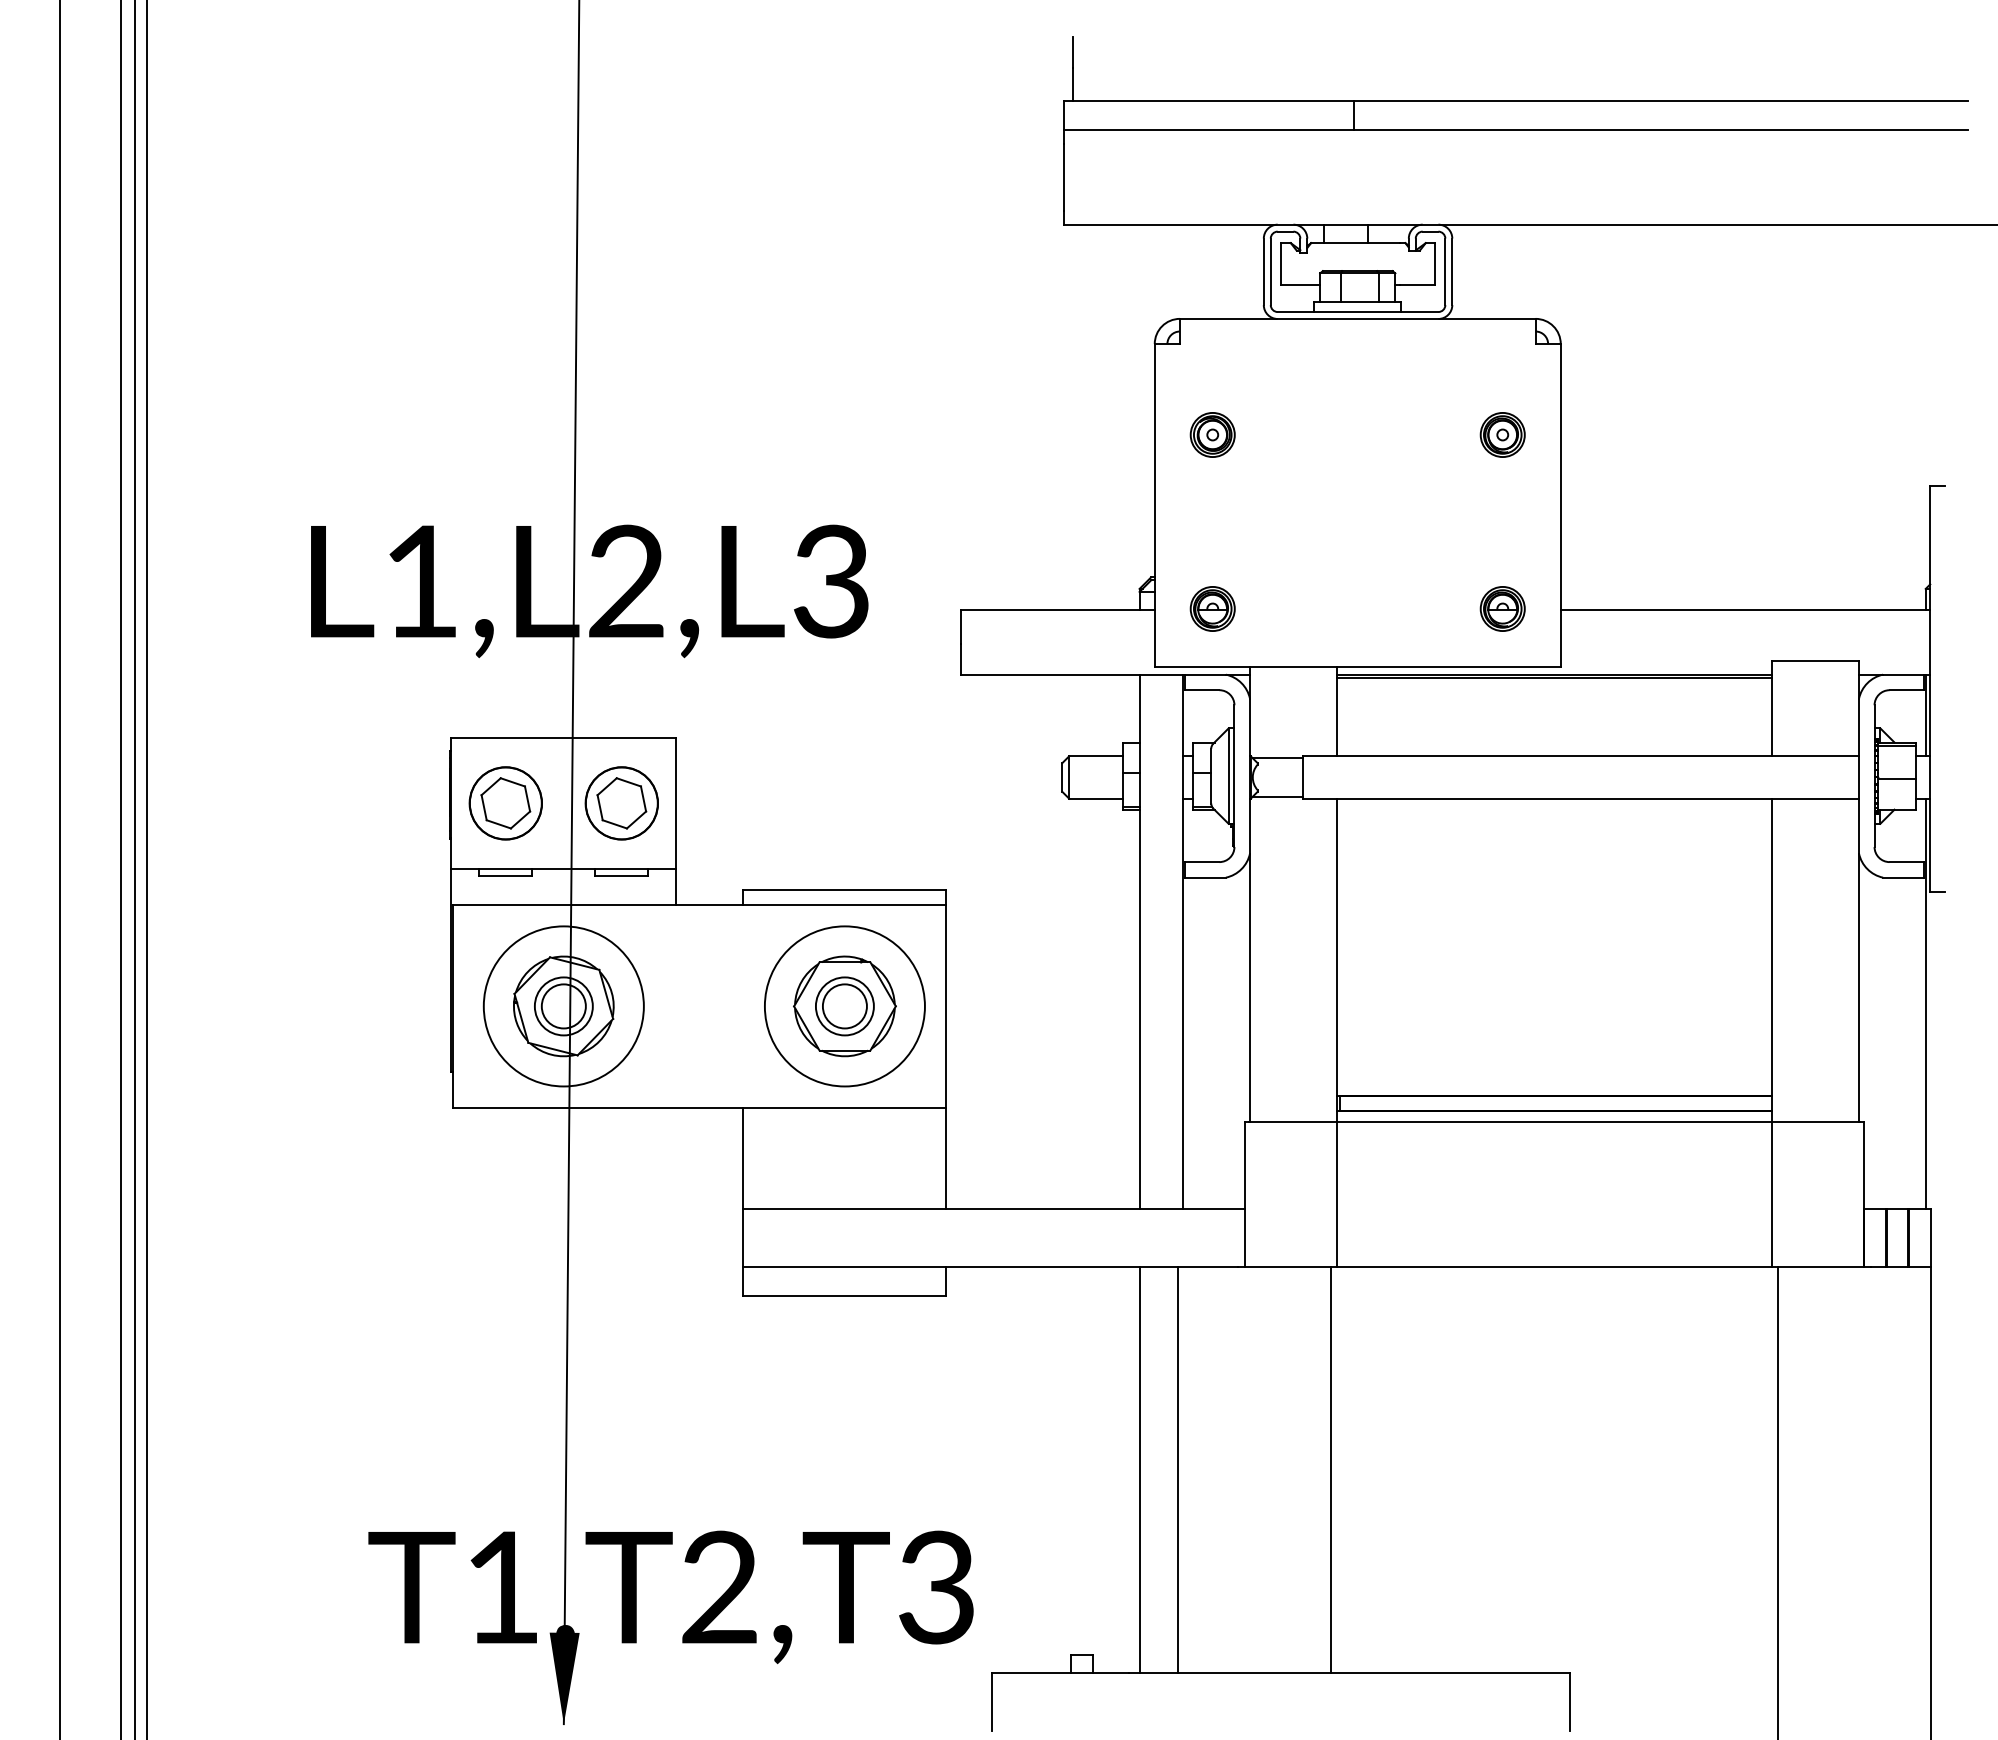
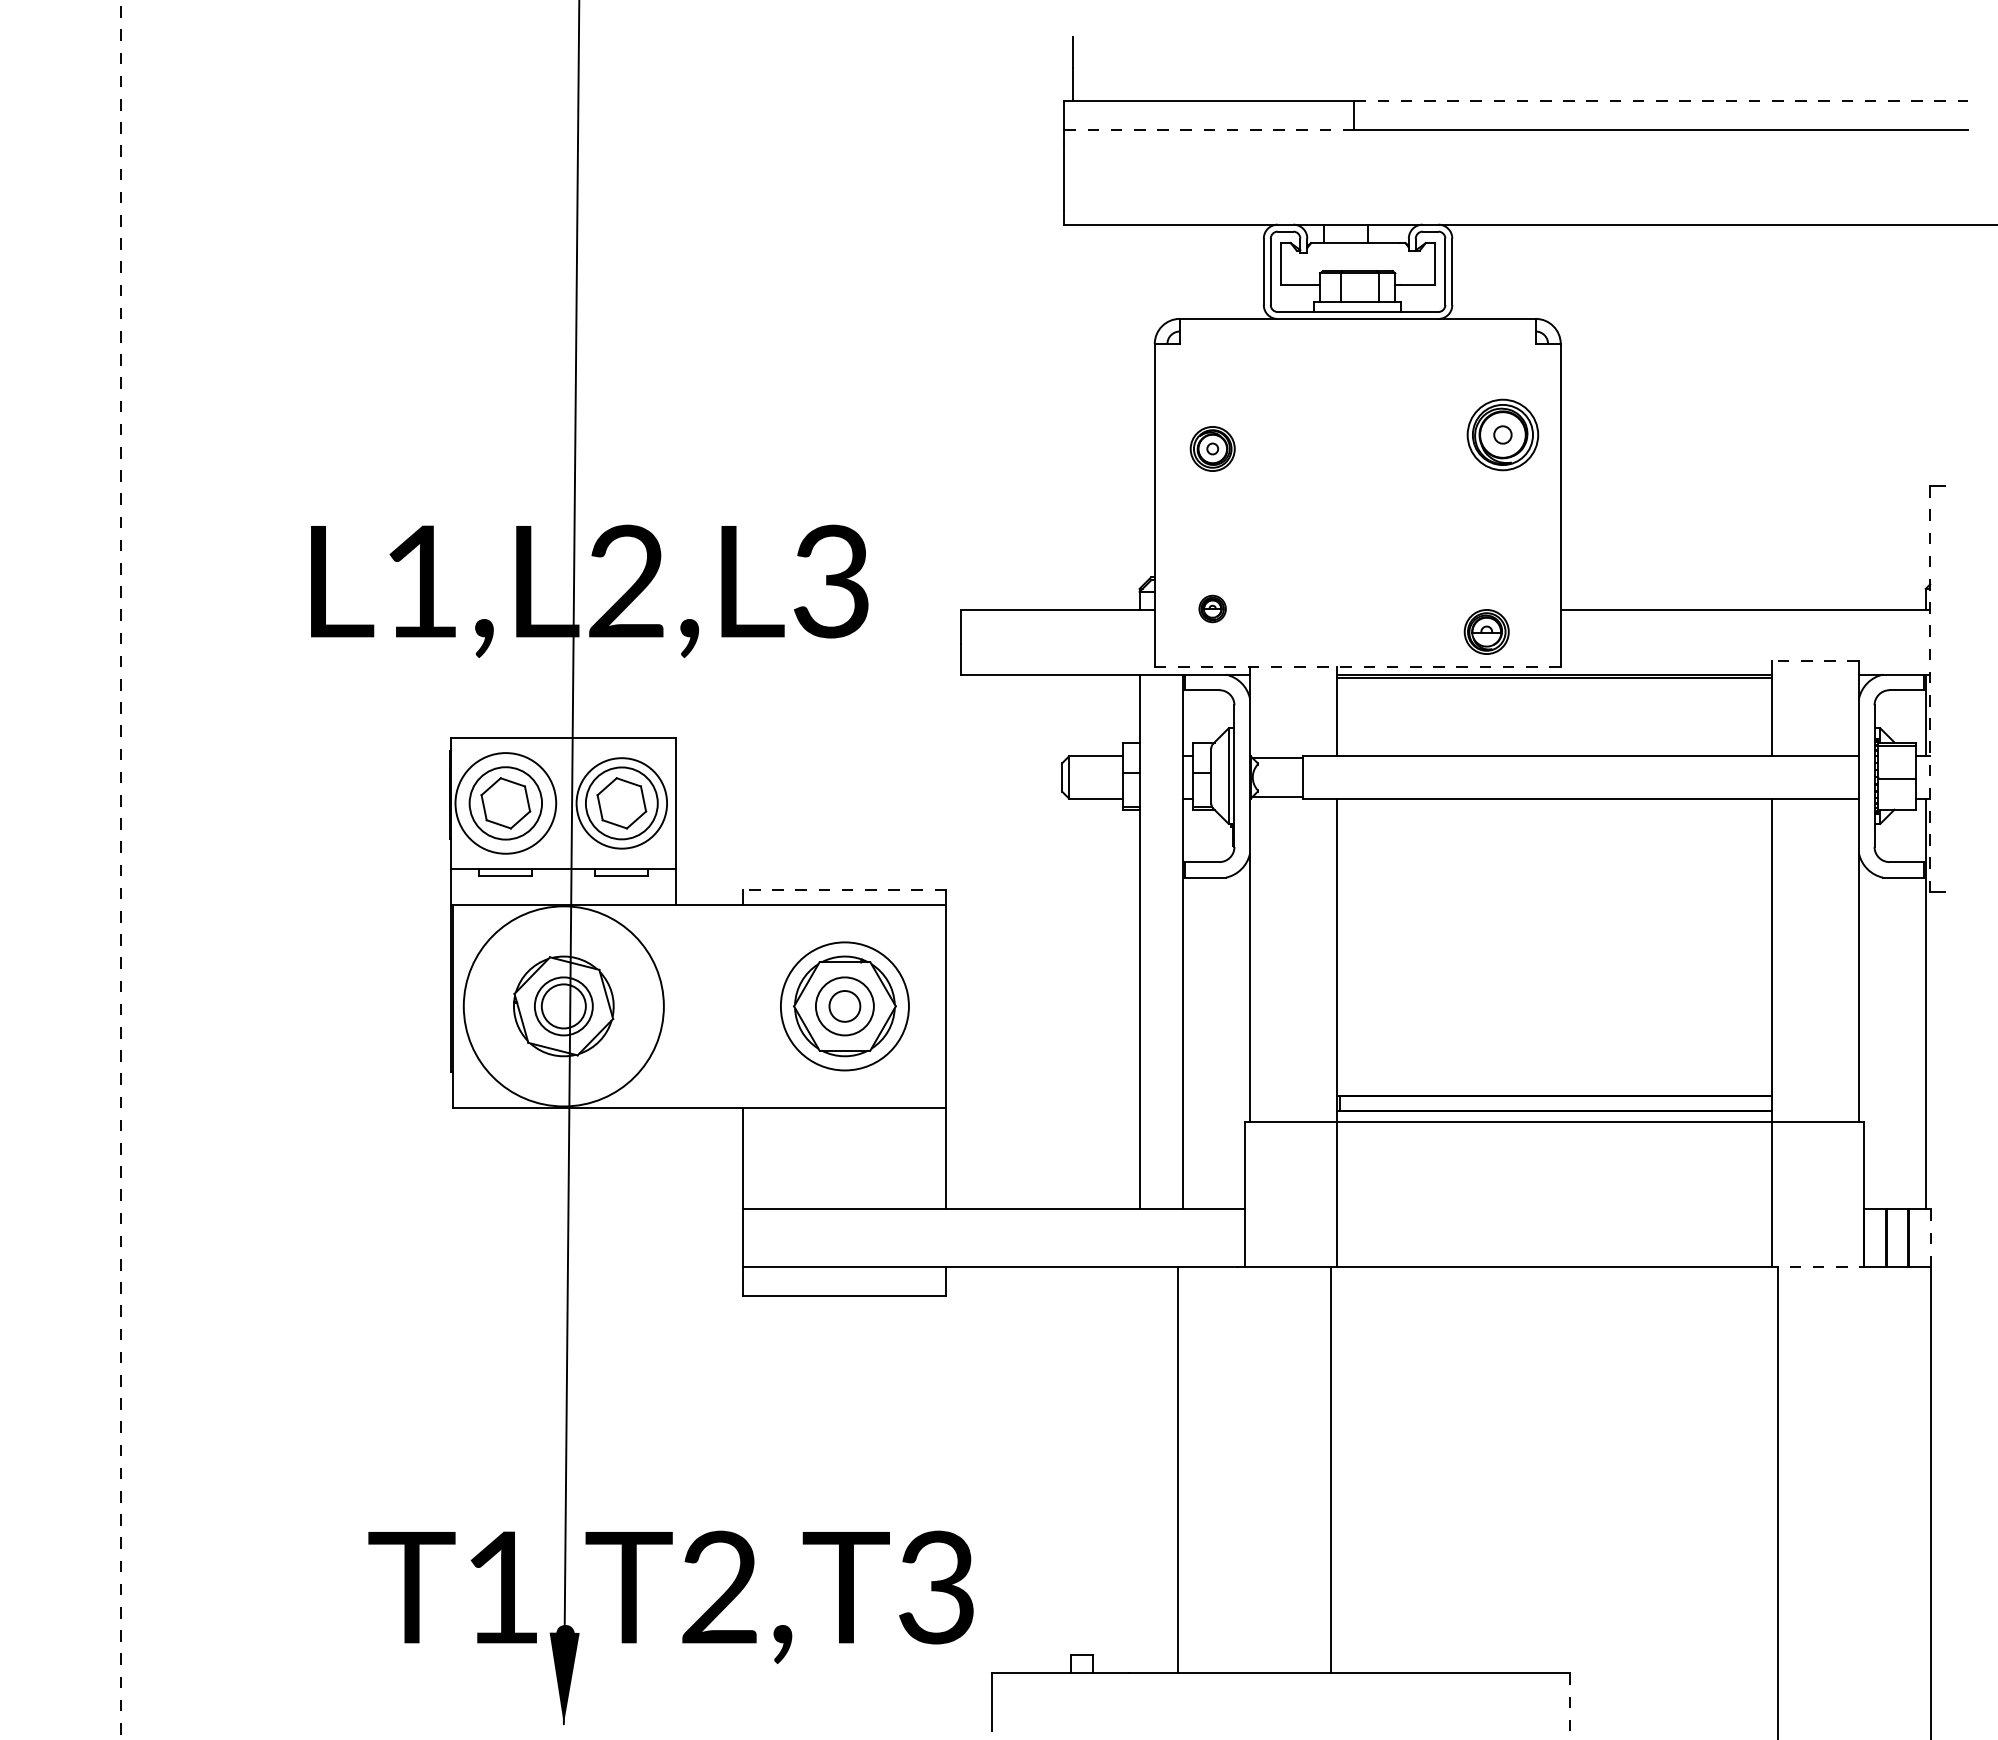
line at (1661, 101): solid -> dashed
line at (1209, 130): solid -> dashed
part at (1212, 434) position: (1212, 434) -> (1212, 448)
part at (1502, 434) size: 47x46 px -> 74x74 px
part at (1212, 608) size: 47x46 px -> 29x30 px
part at (1502, 608) position: (1502, 608) -> (1486, 631)
line at (1815, 661): solid -> dashed
line at (1357, 667): solid -> dashed
line at (1930, 689): solid -> dashed
circle at (505, 803) diameter: 72 px -> 101 px
circle at (621, 803) diameter: 72 px -> 90 px
line at (59, 869): present -> none
line at (134, 869): present -> none
line at (146, 869): present -> none
line at (121, 870): solid -> dashed
line at (844, 890): solid -> dashed
circle at (563, 1006) diameter: 160 px -> 200 px
circle at (844, 1006) diameter: 160 px -> 128 px
circle at (844, 1006) diameter: 44 px -> 31 px
line at (1930, 1238): solid -> dashed
line at (1823, 1267): solid -> dashed
line at (1139, 1470): present -> none
line at (1569, 1701): solid -> dashed
